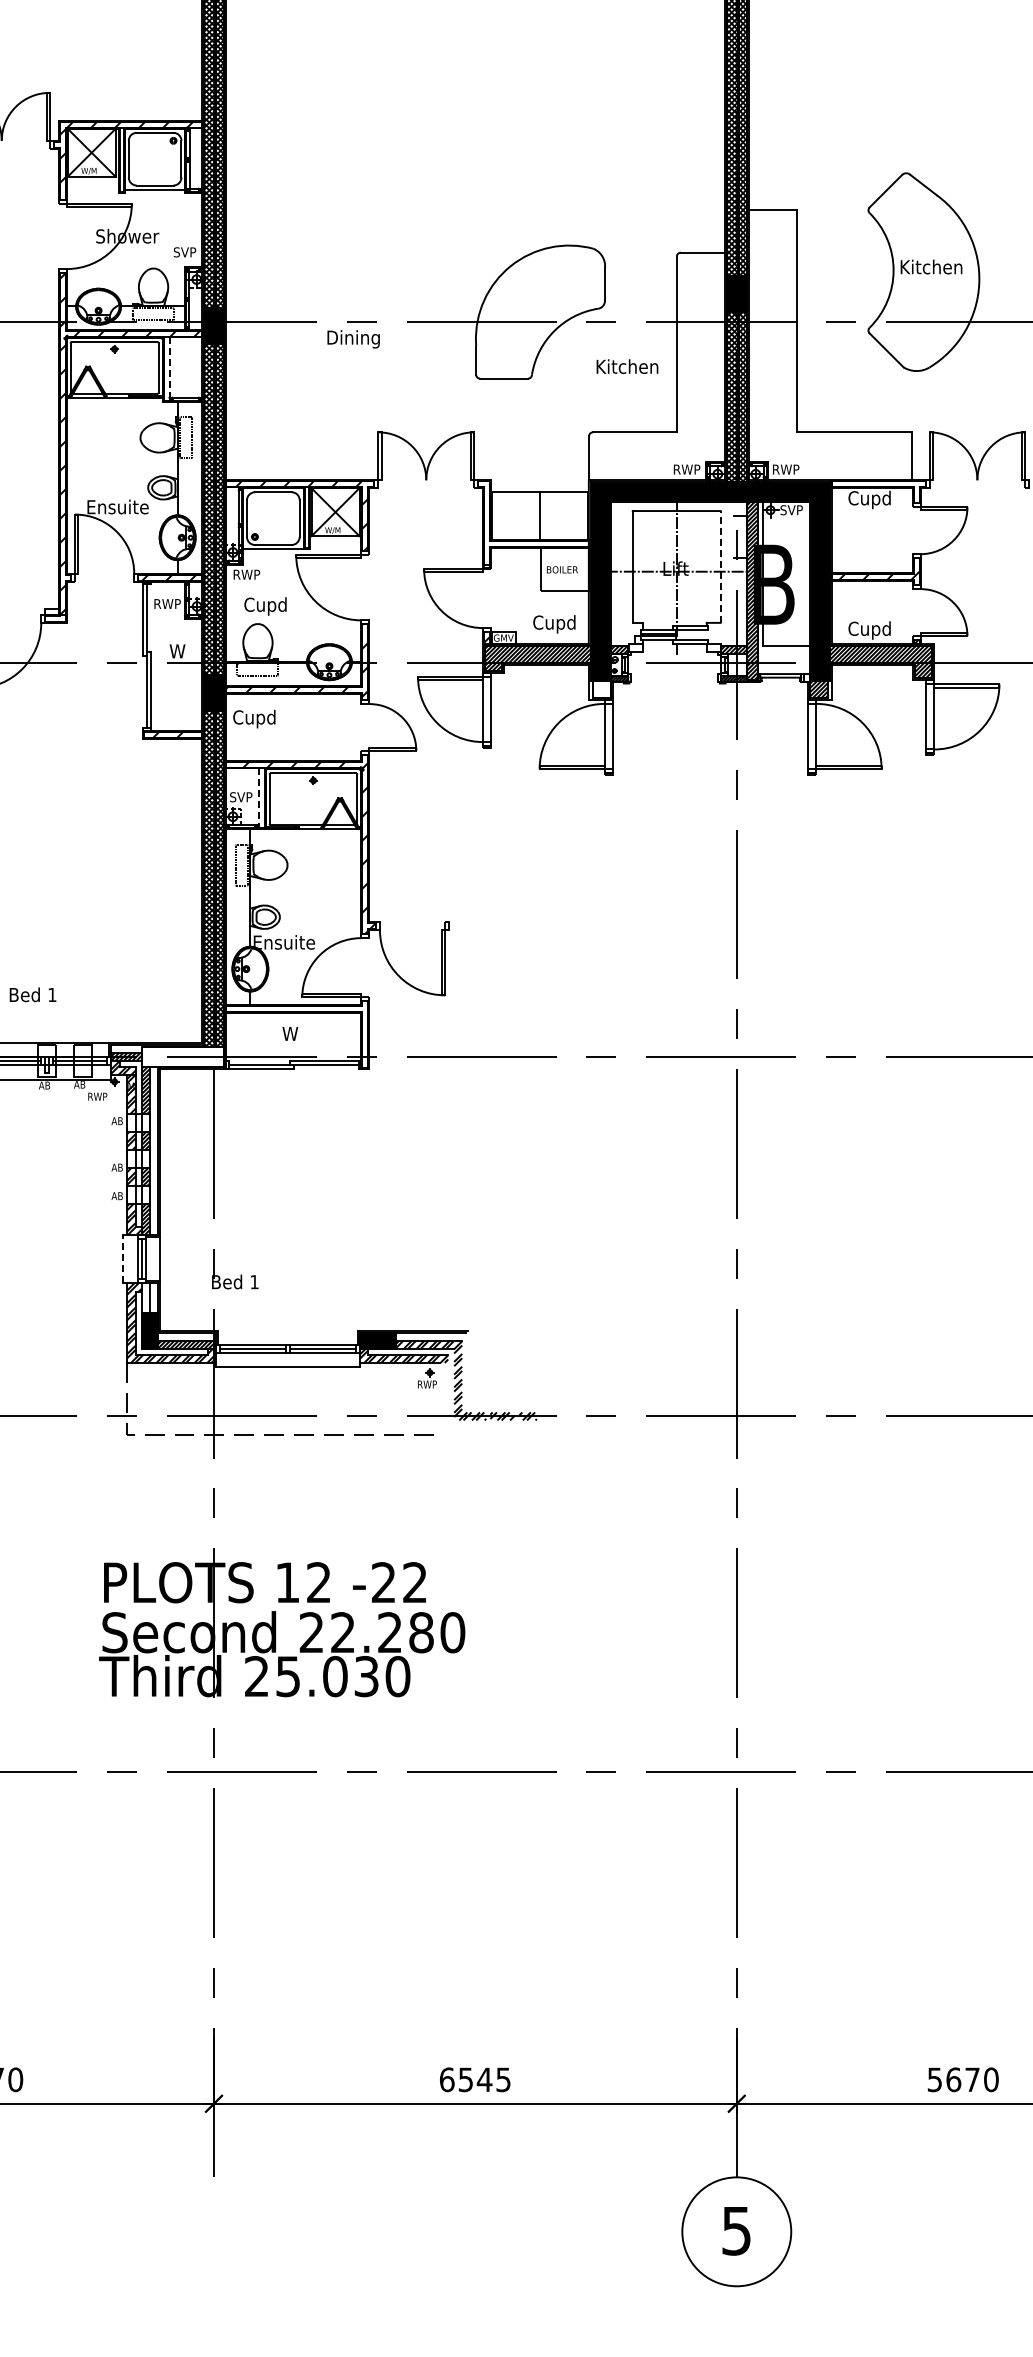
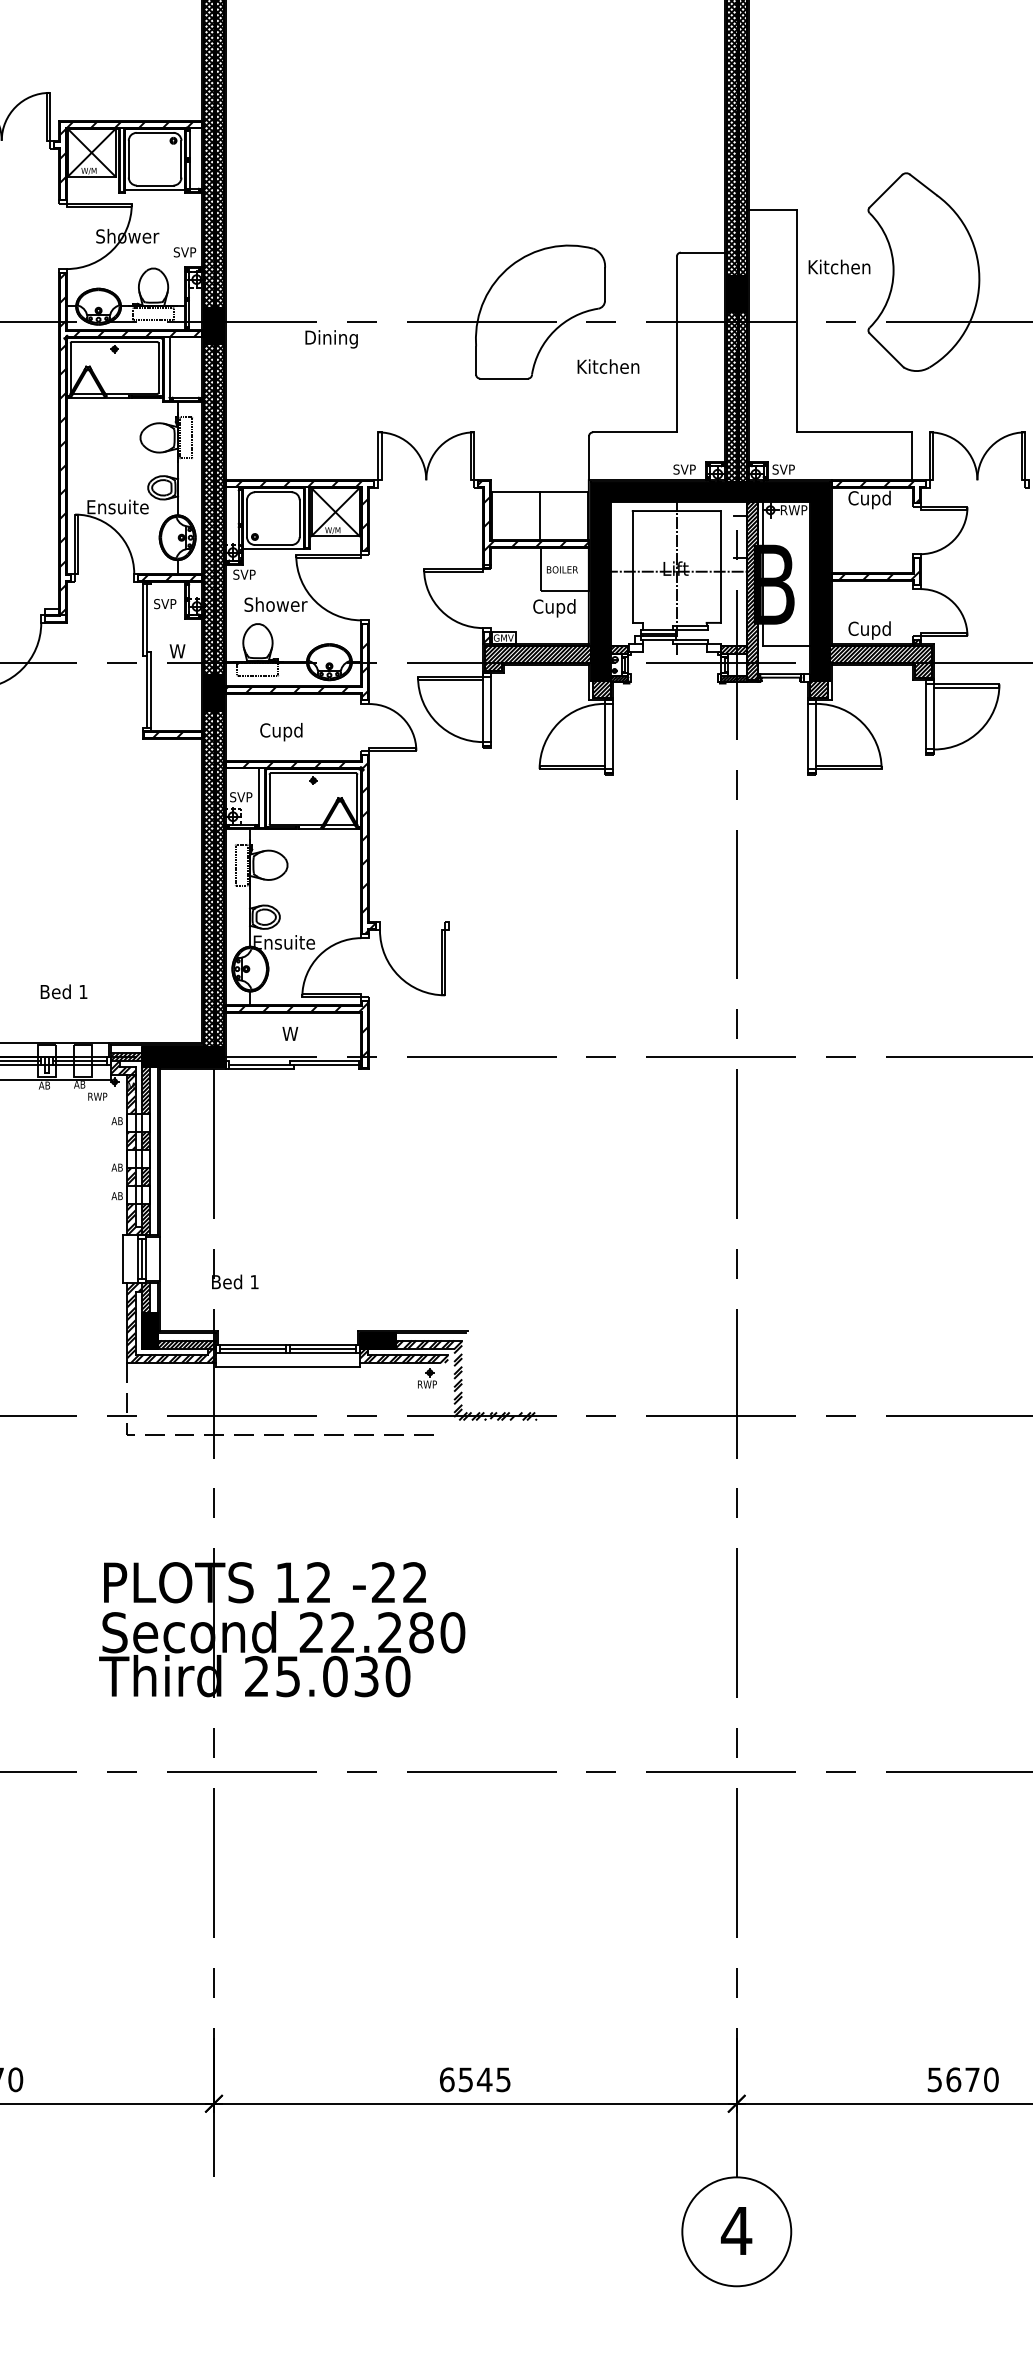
text at (931, 266) position: (931, 266) -> (839, 266)
text at (353, 339) position: (353, 339) -> (331, 339)
text at (627, 366) position: (627, 366) -> (608, 366)
line at (169, 369): dashed -> solid
text at (686, 469): RWP -> SVP
text at (785, 469): RWP -> SVP
hatch at (877, 492): none -> present
text at (793, 510): SVP -> RWP
hatch at (533, 515): none -> present
line at (720, 566): dashed -> solid
text at (246, 574): RWP -> SVP
text at (167, 603): RWP -> SVP
text at (275, 606): Cupd -> Shower
text at (554, 624) position: (554, 624) -> (554, 608)
hatch at (601, 688): none -> present
text at (254, 718) position: (254, 718) -> (281, 731)
line at (258, 798): dashed -> solid
text at (32, 994) position: (32, 994) -> (63, 991)
hatch at (303, 1029): none -> present
fill at (182, 1056): none -> present
line at (123, 1259): dashed -> solid
hatch at (145, 1297): none -> present
text at (736, 2231): 5 -> 4
